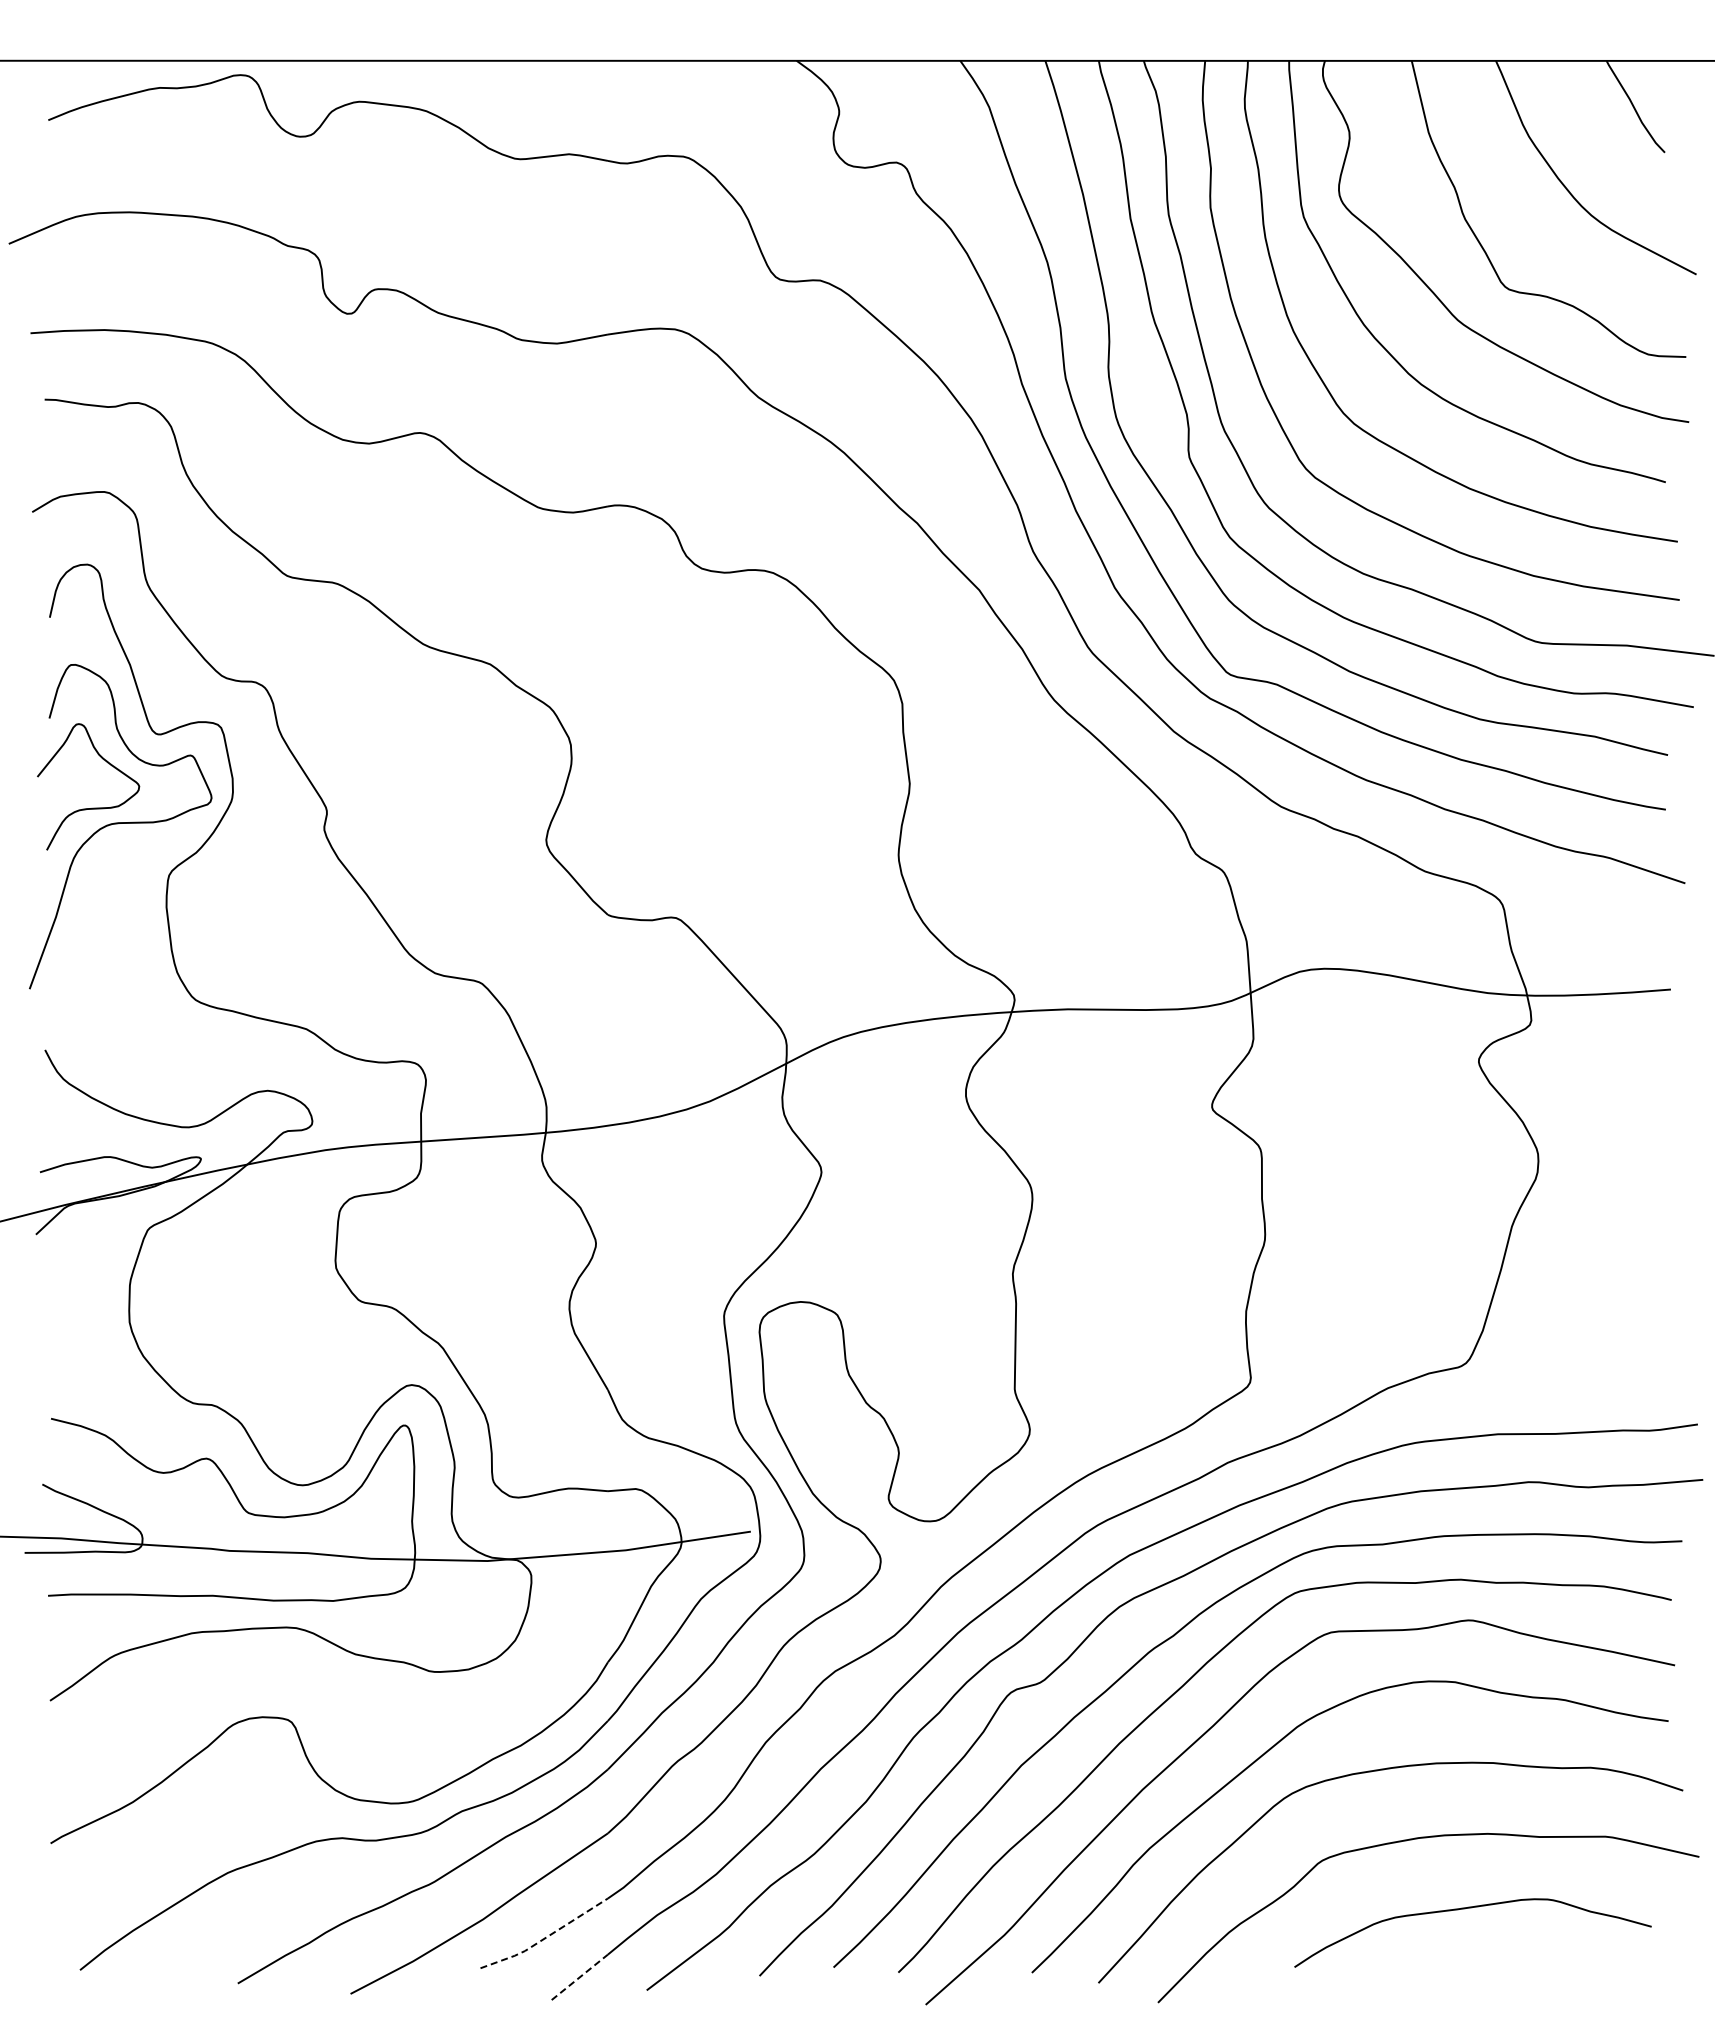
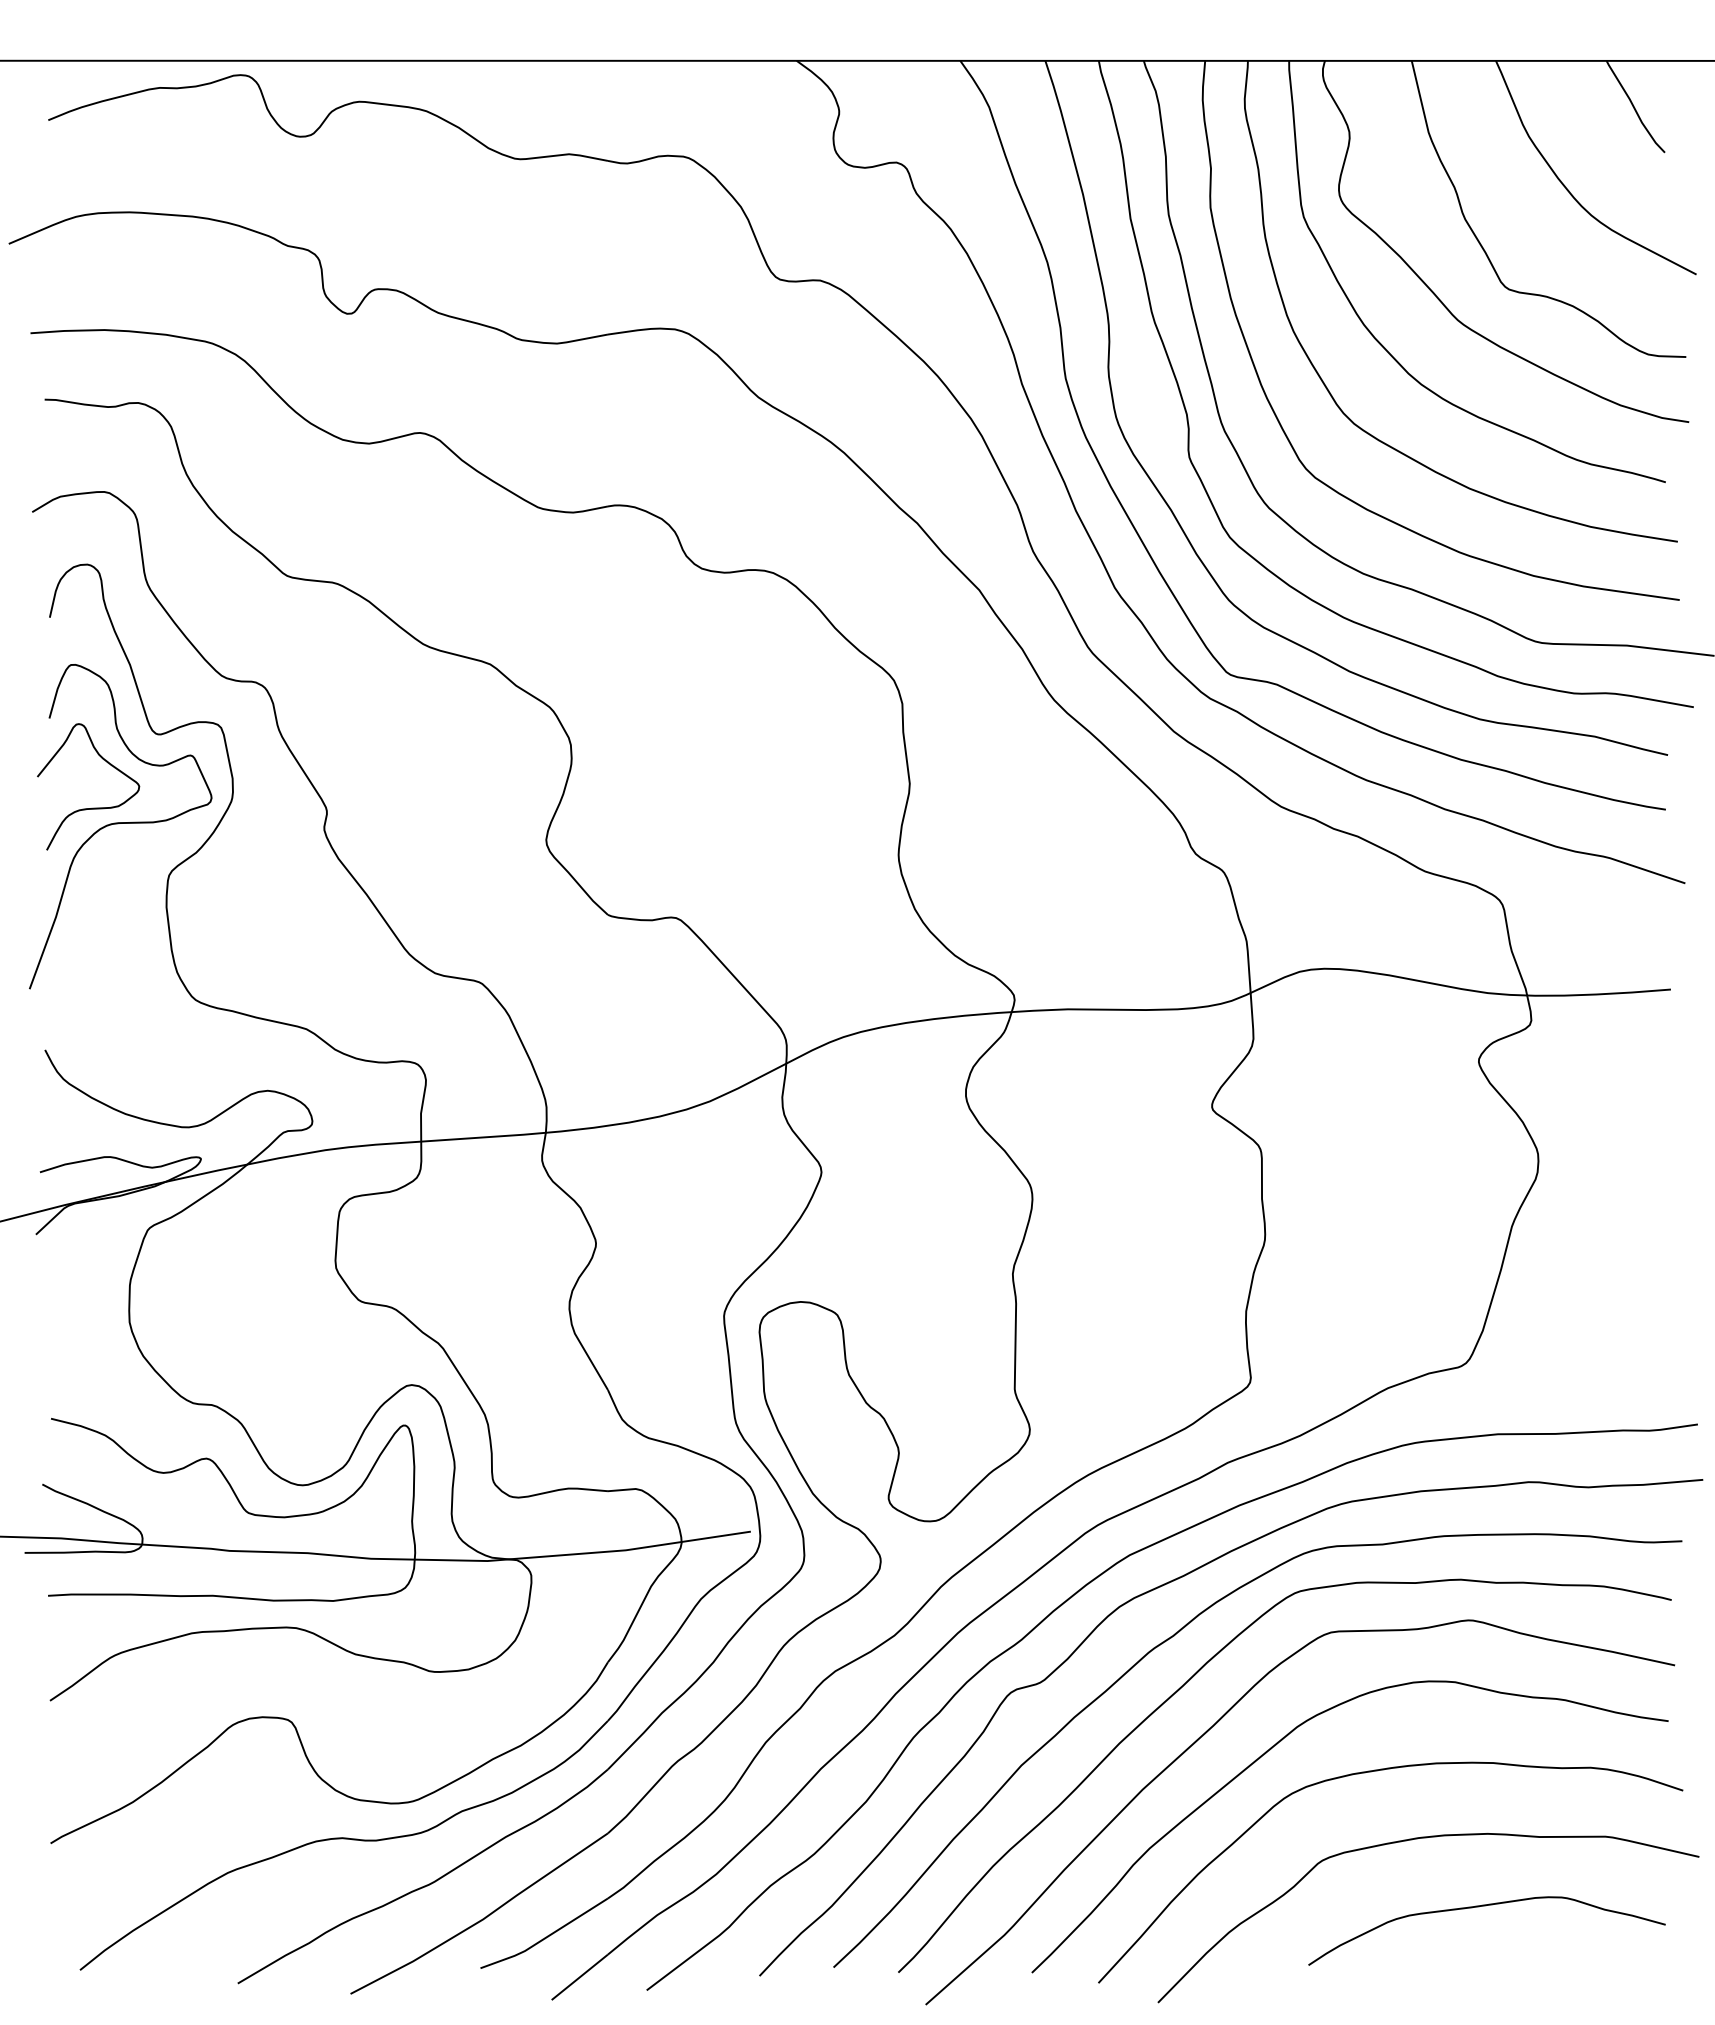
curve at (1471, 1908) position: (1471, 1908) -> (1485, 1906)
line at (545, 1938): dashed -> solid
line at (580, 1977): dashed -> solid
